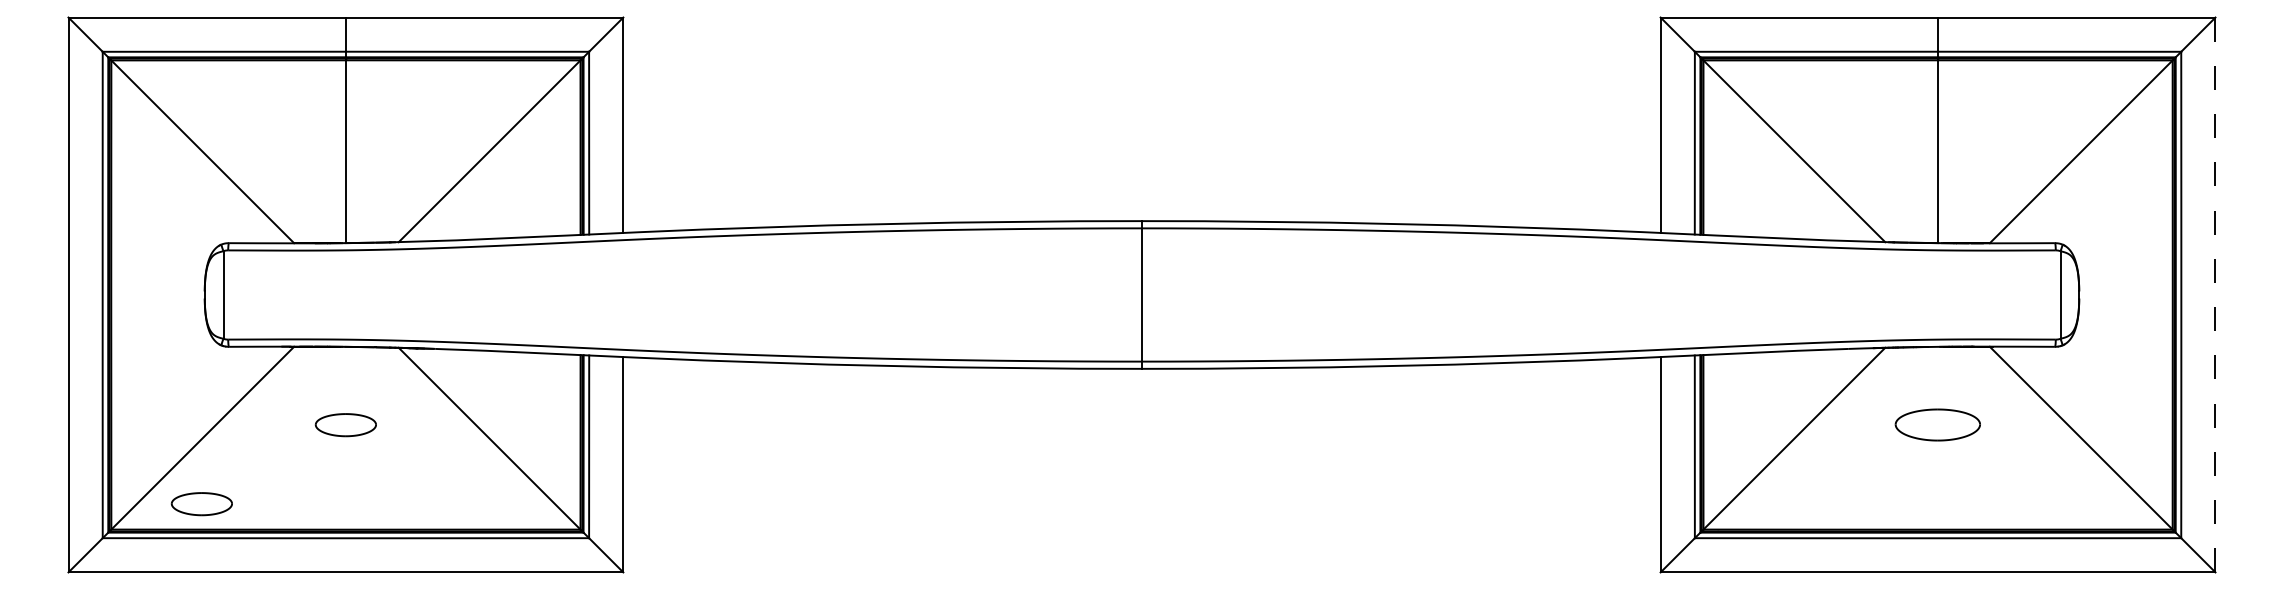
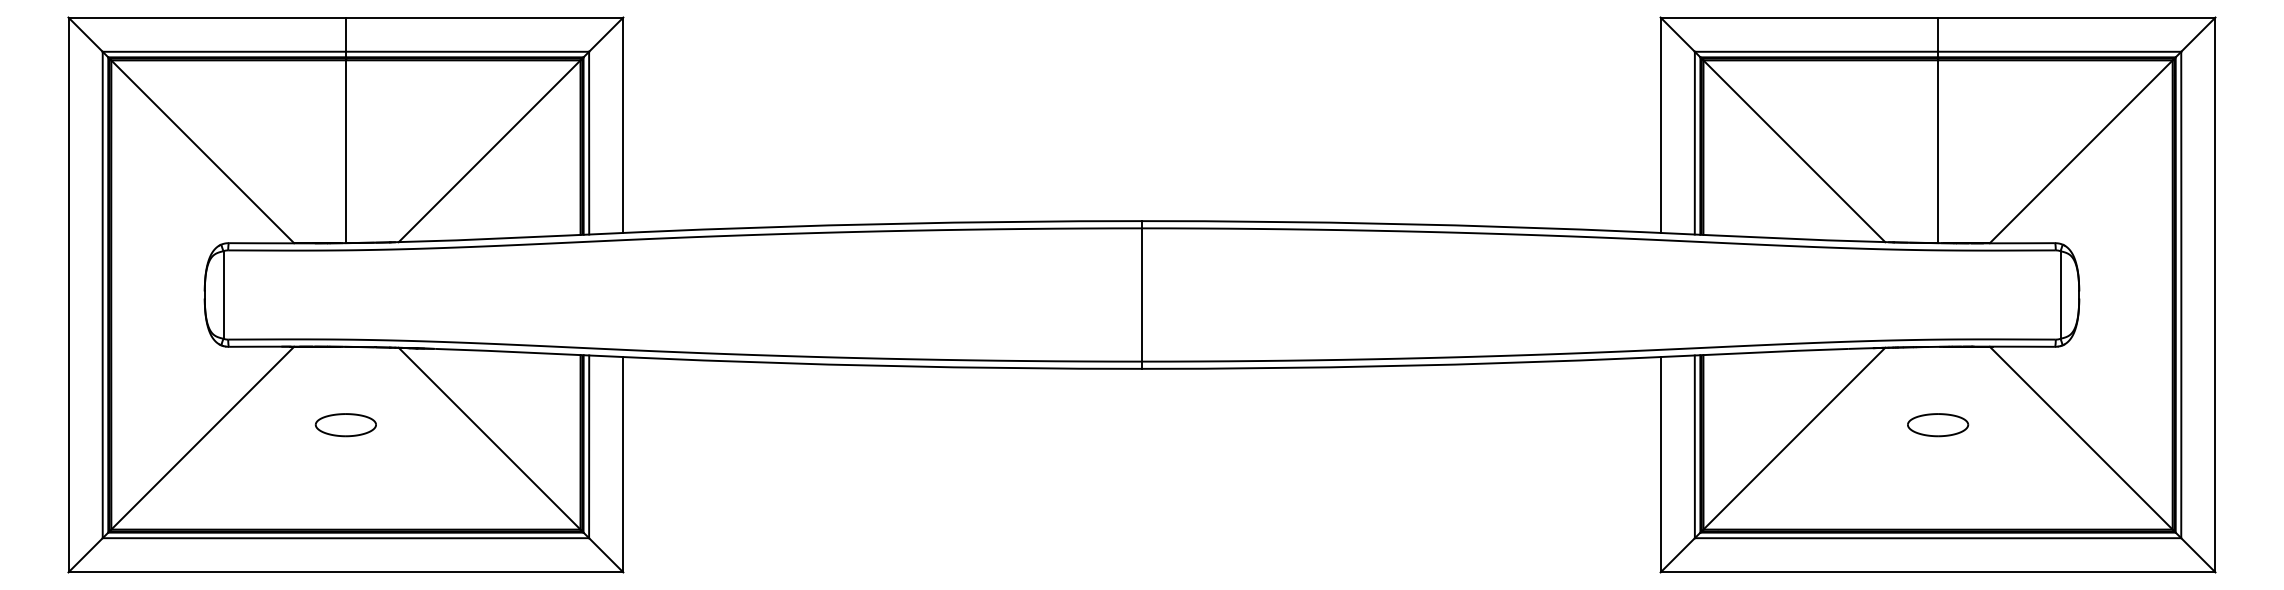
line at (2215, 295): dashed -> solid
part at (1937, 424) size: 87x34 px -> 63x25 px
part at (201, 504): present -> none
